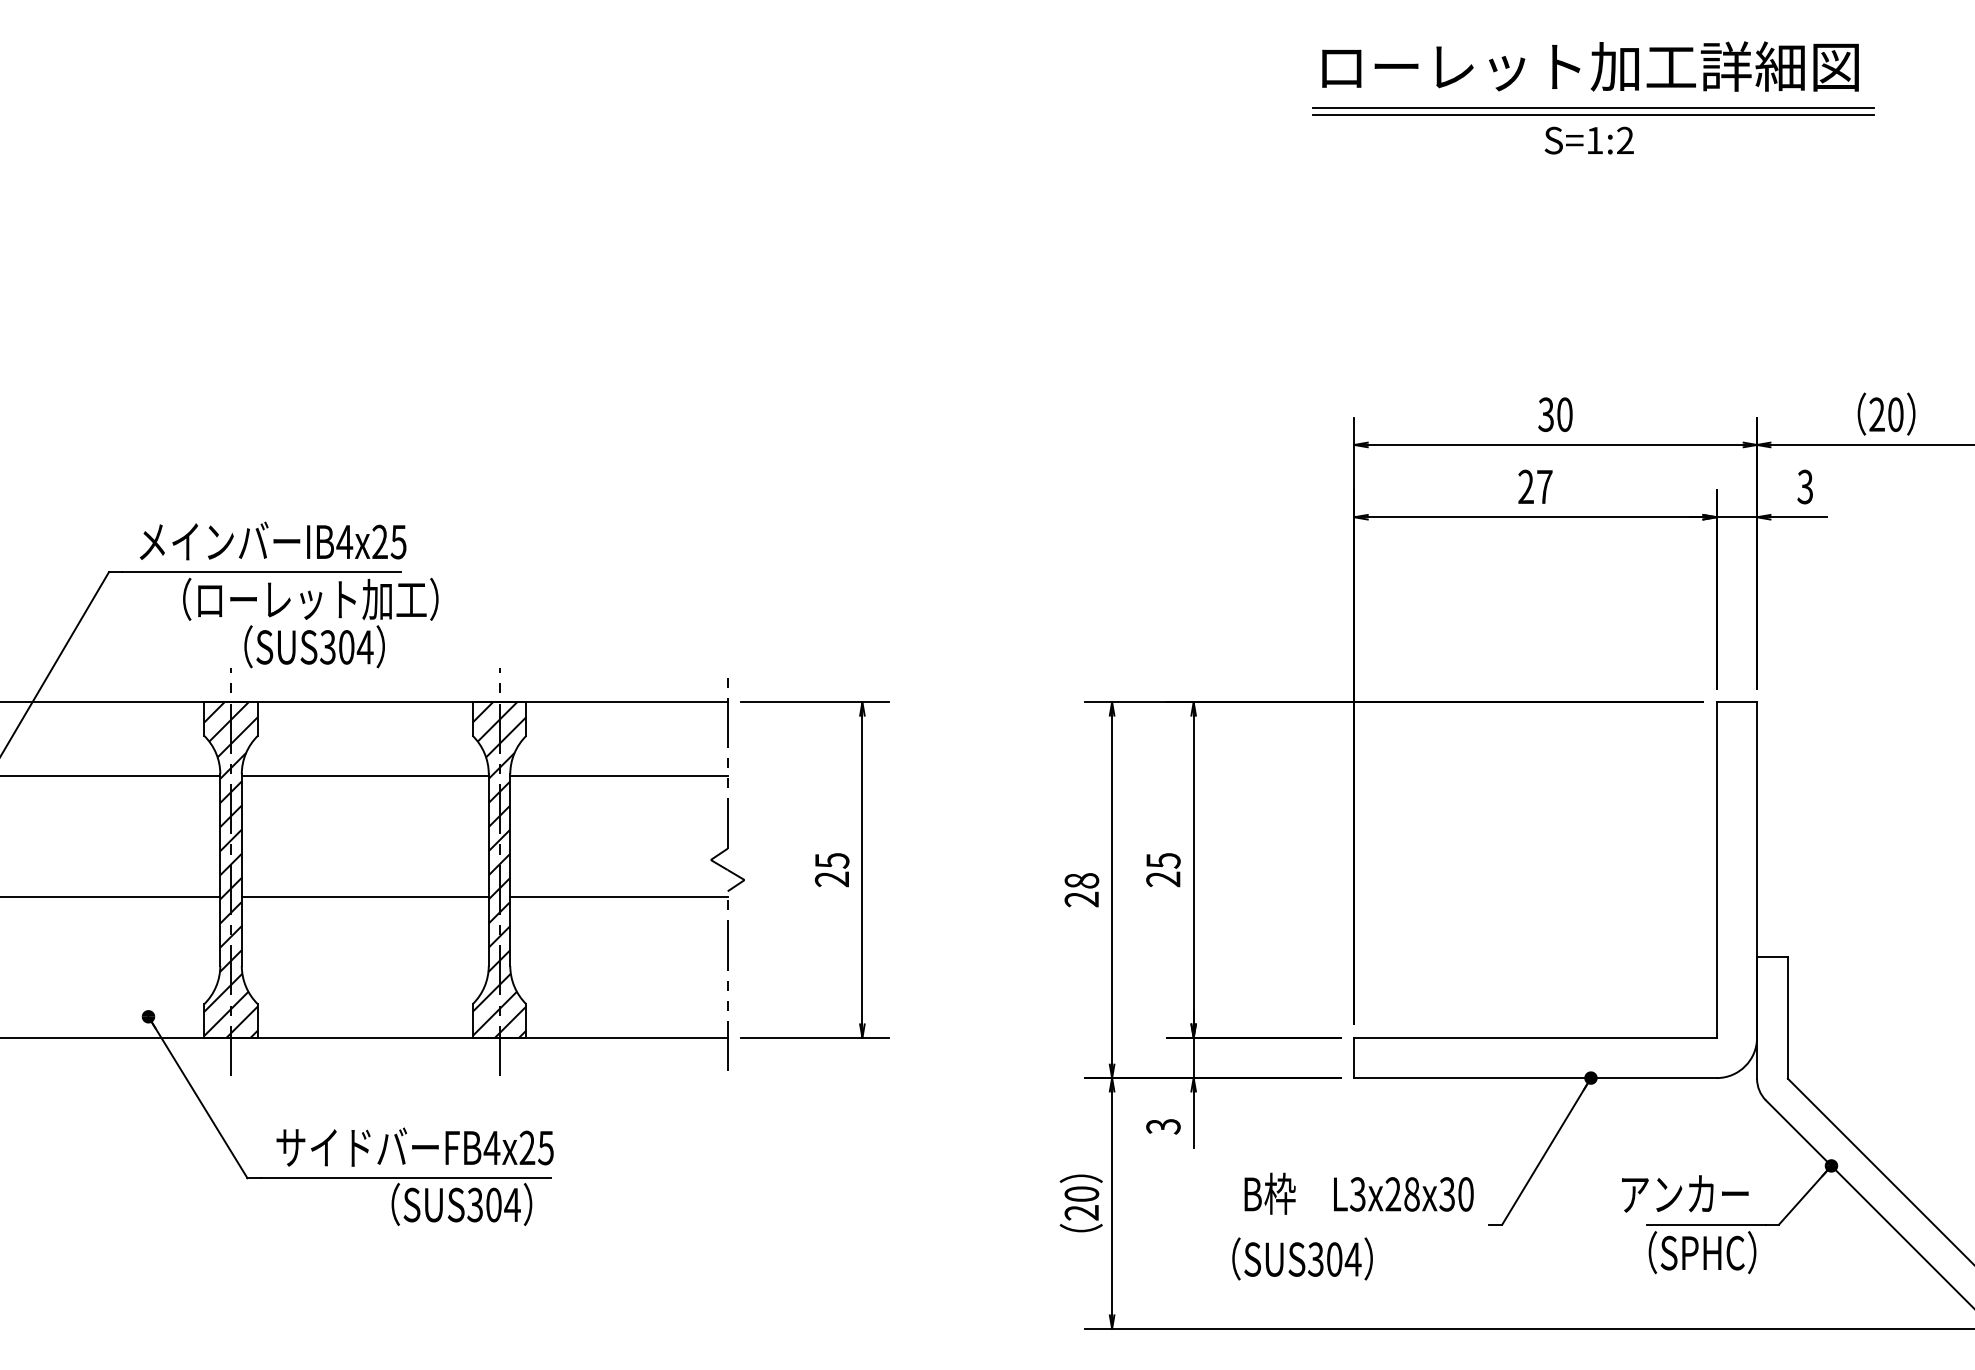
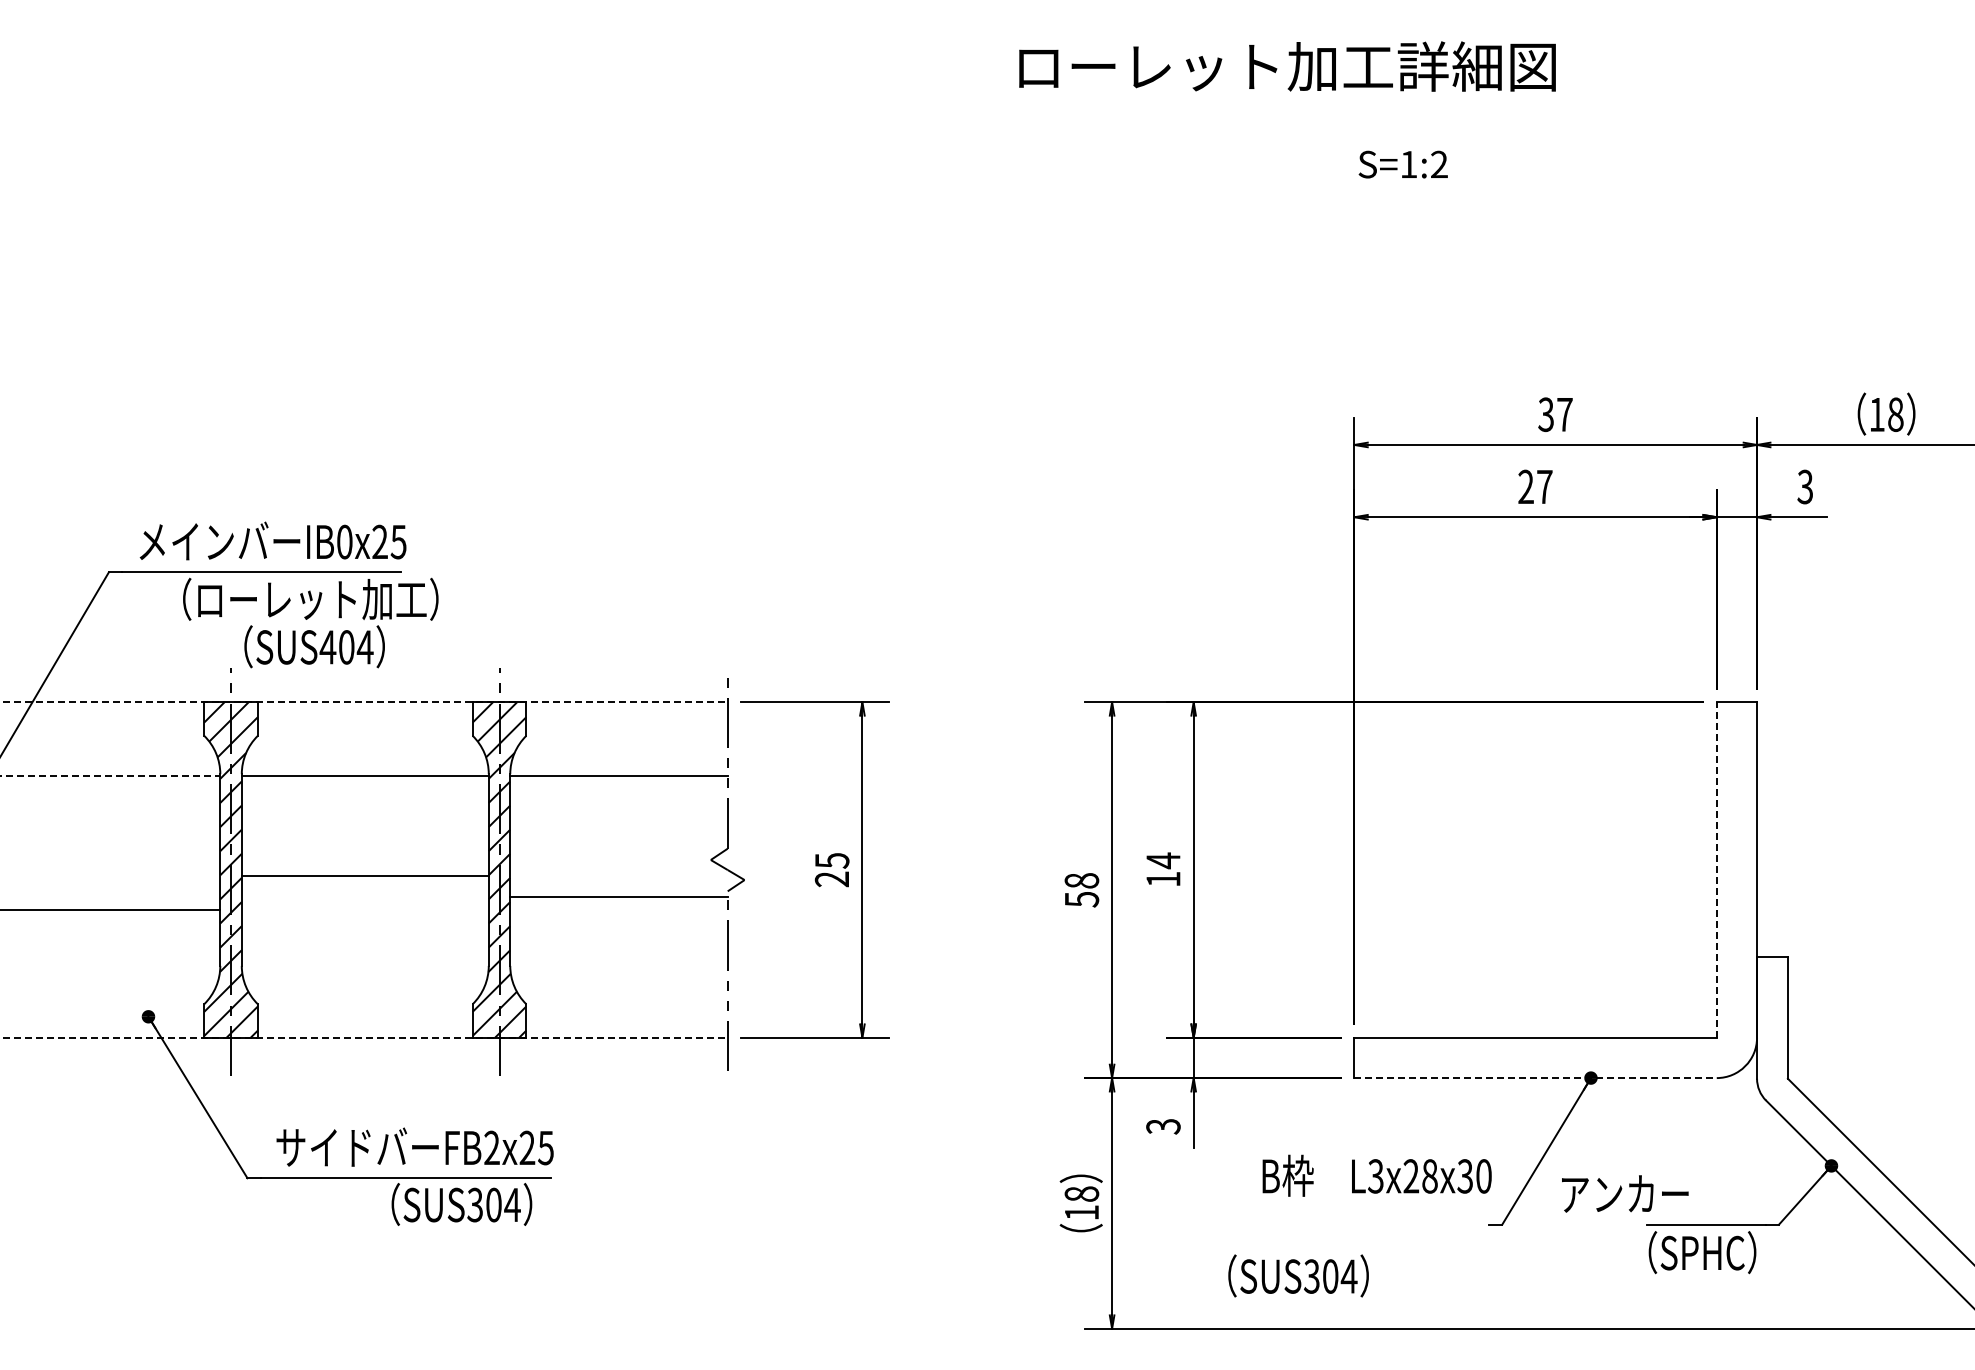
text at (1590, 66) position: (1590, 66) -> (1287, 66)
line at (1593, 108): present -> none
line at (1593, 115): present -> none
text at (1588, 140) position: (1588, 140) -> (1402, 164)
text at (1564, 414): 30 -> 37
text at (1886, 414): 20 -> 18
text at (344, 541): IB4x25 -> IB0x25
text at (327, 647): SUS304 -> SUS404
line at (363, 702): solid -> dashed
line at (110, 776): solid -> dashed
text at (1163, 869): 25 -> 14
line at (1716, 870): solid -> dashed
line at (111, 896) position: (111, 896) -> (111, 909)
line at (364, 896) position: (364, 896) -> (364, 875)
text at (1081, 899): 28 -> 58
line at (363, 1037): solid -> dashed
line at (1536, 1078): solid -> dashed
text at (491, 1147): FB4x25 -> FB2x25
text at (1358, 1193) position: (1358, 1193) -> (1376, 1175)
text at (1685, 1193) position: (1685, 1193) -> (1625, 1193)
text at (1081, 1203): 20 -> 18
text at (1302, 1258) position: (1302, 1258) -> (1298, 1275)
